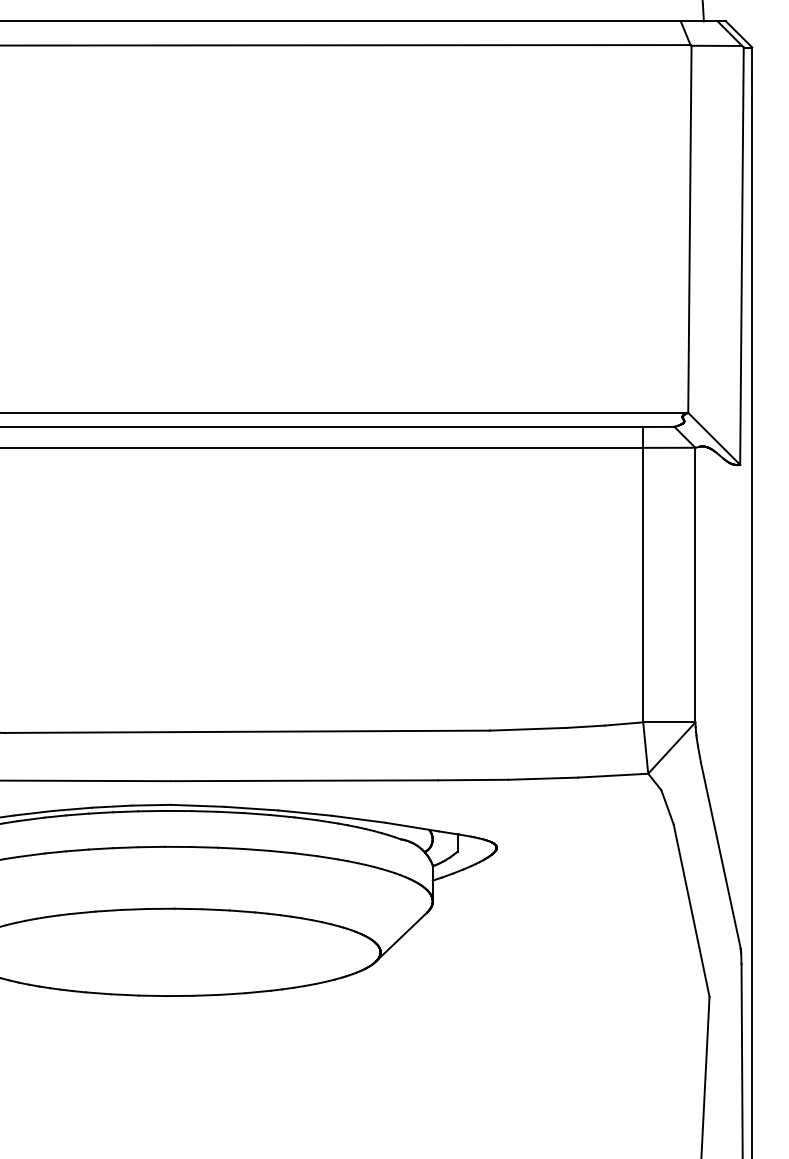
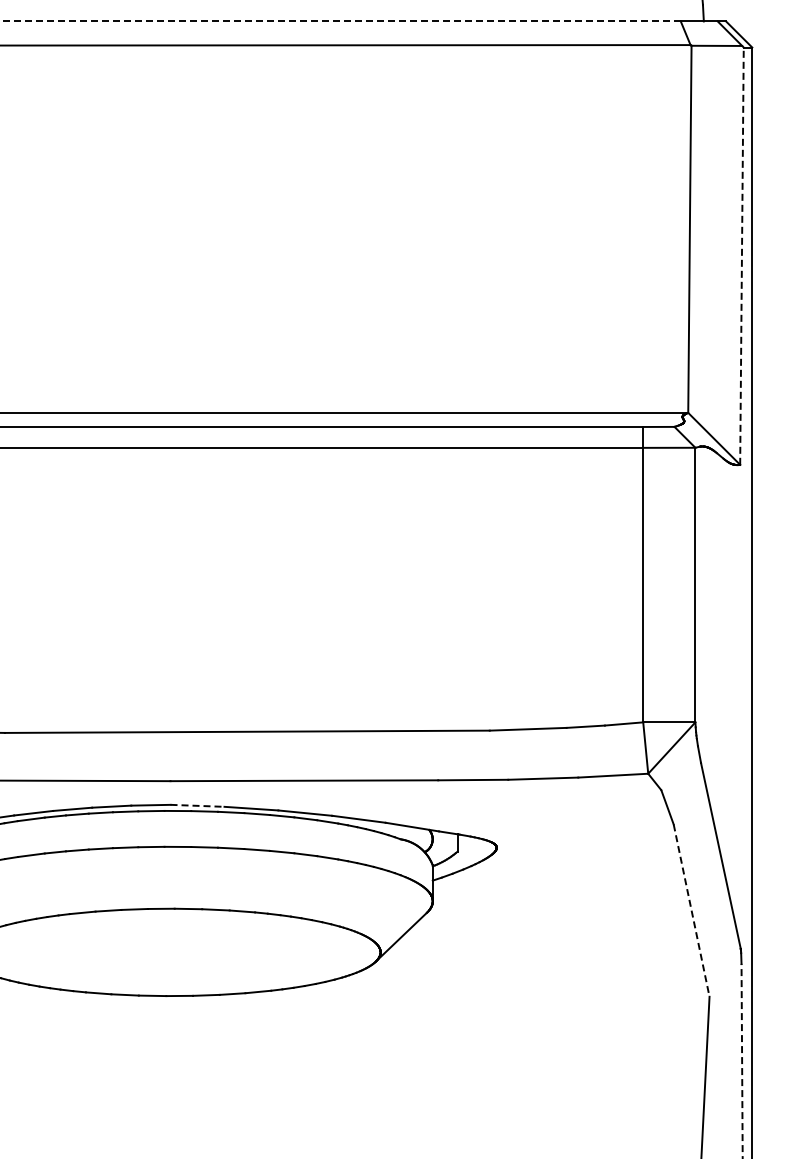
line at (339, 21): solid -> dashed
line at (741, 256): solid -> dashed
line at (198, 805): solid -> dashed
line at (691, 910): solid -> dashed
line at (742, 1060): solid -> dashed
